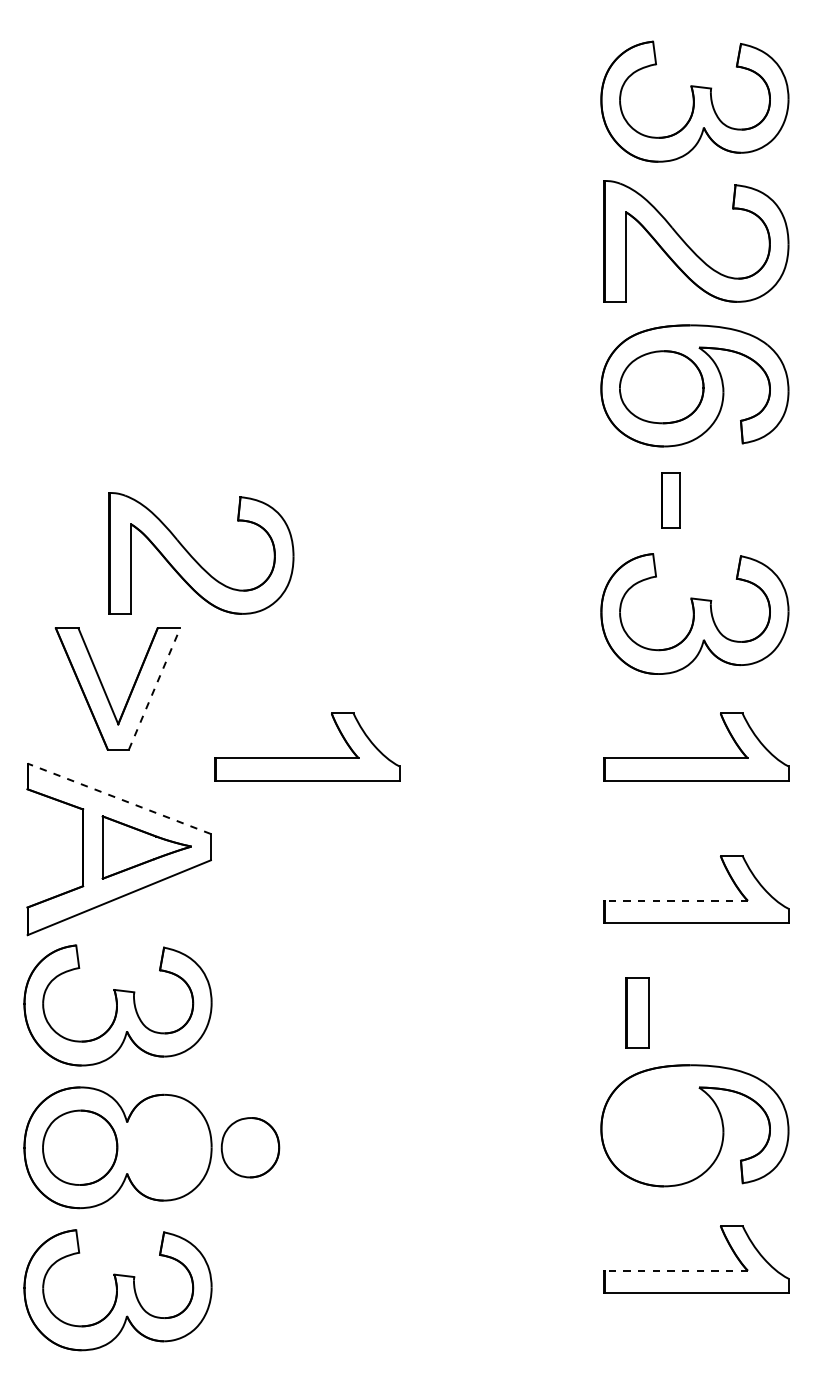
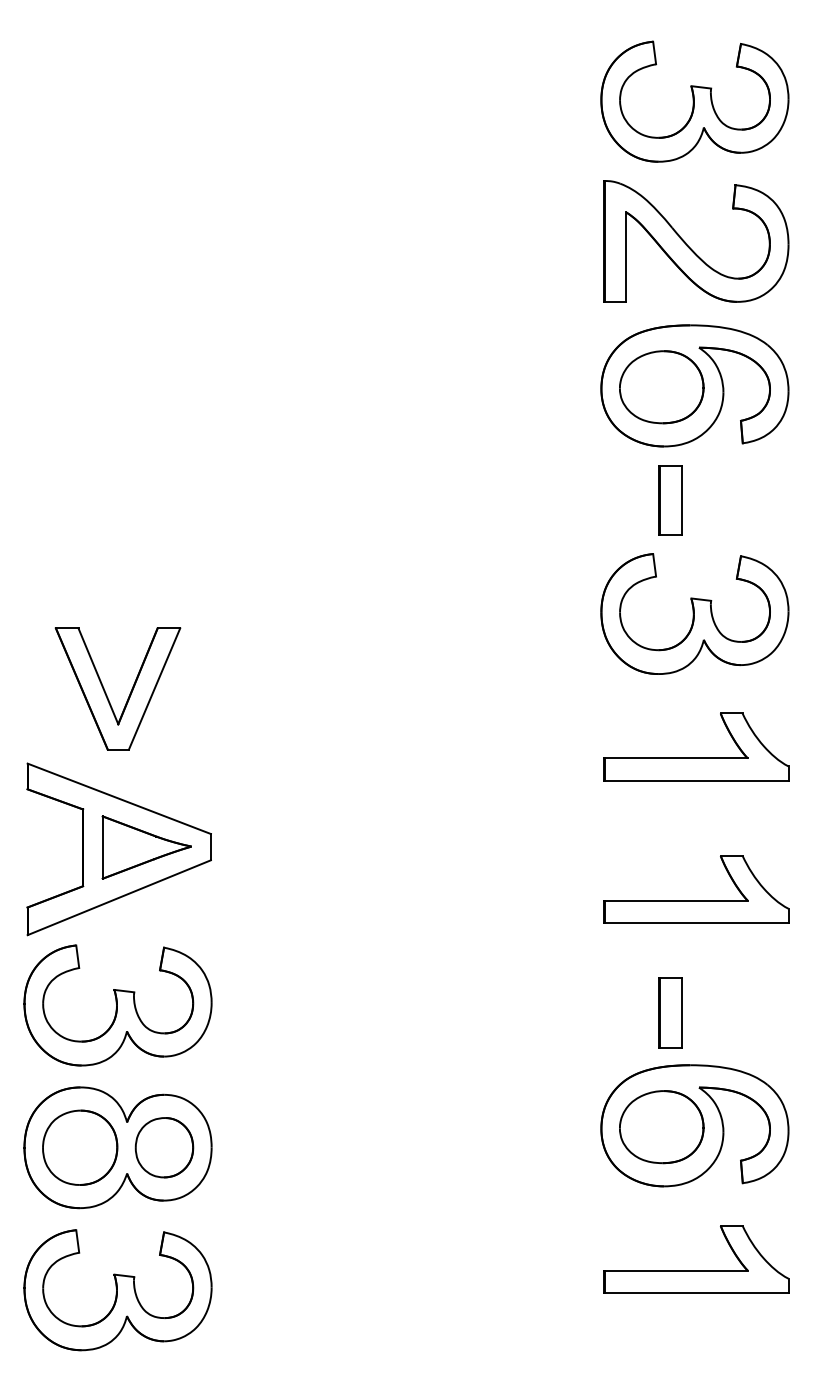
part at (670, 500) size: 20x57 px -> 25x71 px
part at (195, 559): present -> none
line at (154, 689): dashed -> solid
part at (307, 757): present -> none
line at (118, 798): dashed -> solid
line at (676, 900): dashed -> solid
part at (637, 1012) position: (637, 1012) -> (670, 1012)
part at (661, 1127): none -> present
part at (250, 1147) position: (250, 1147) -> (164, 1147)
line at (676, 1270): dashed -> solid
